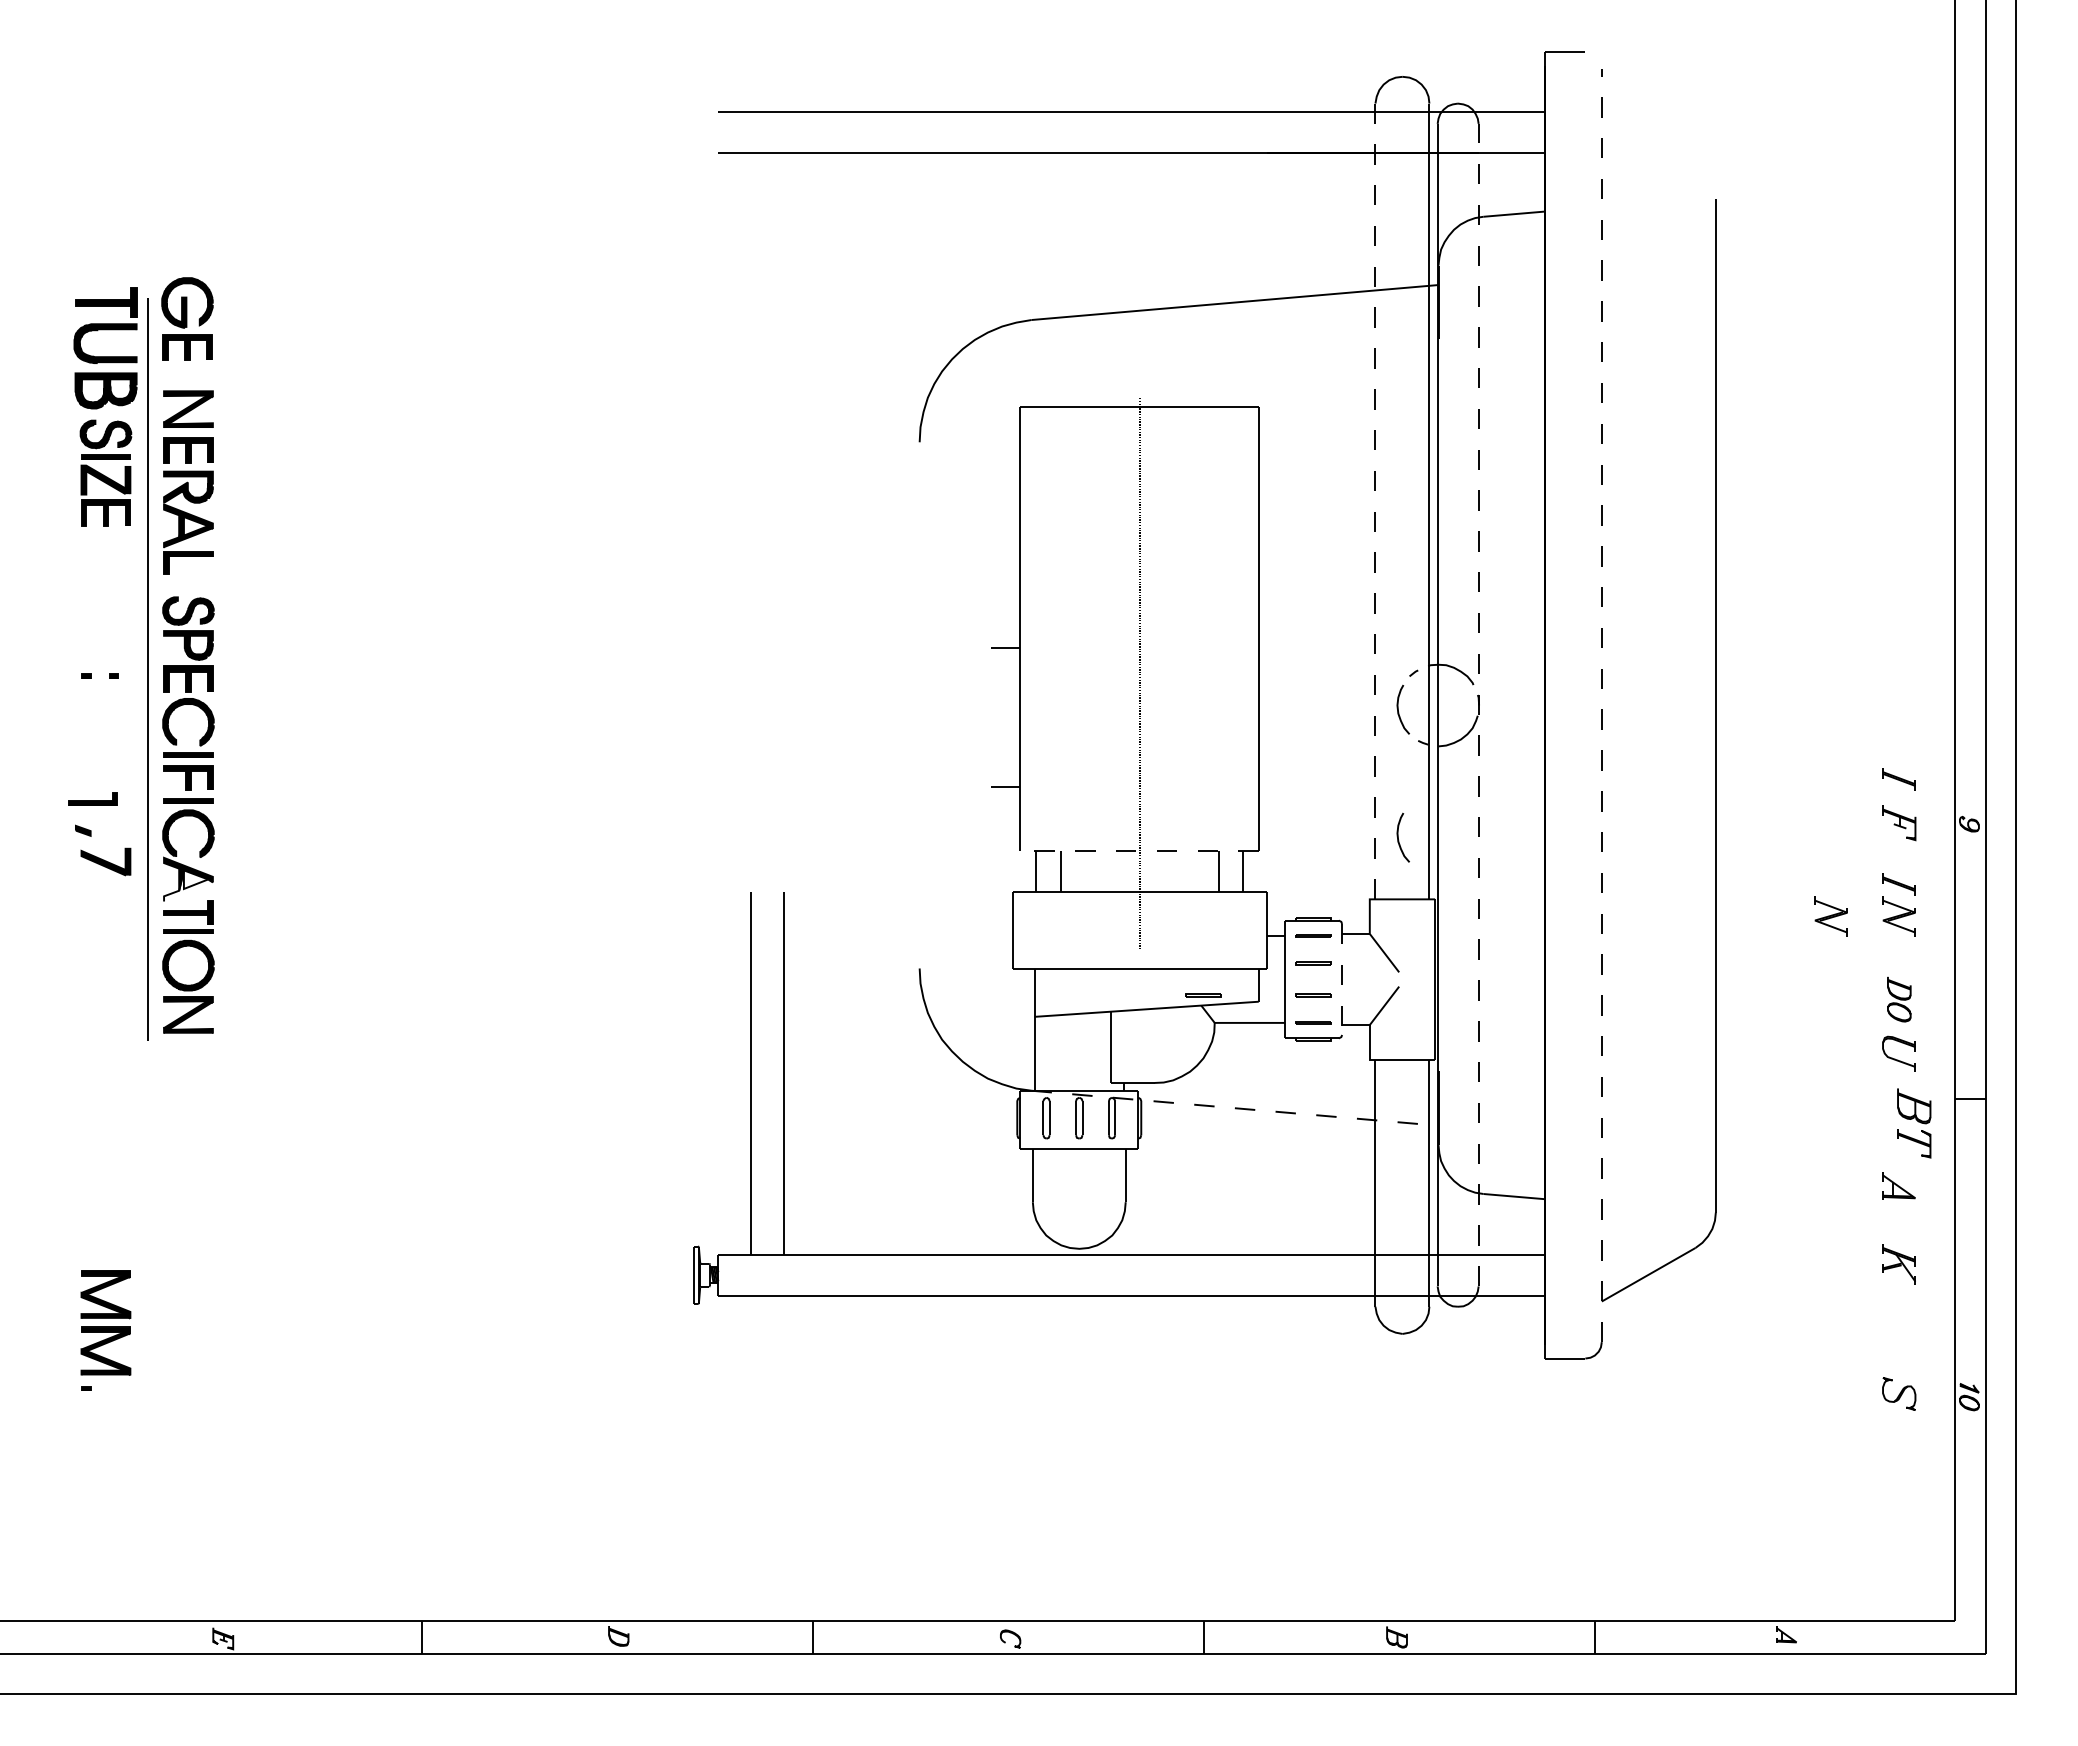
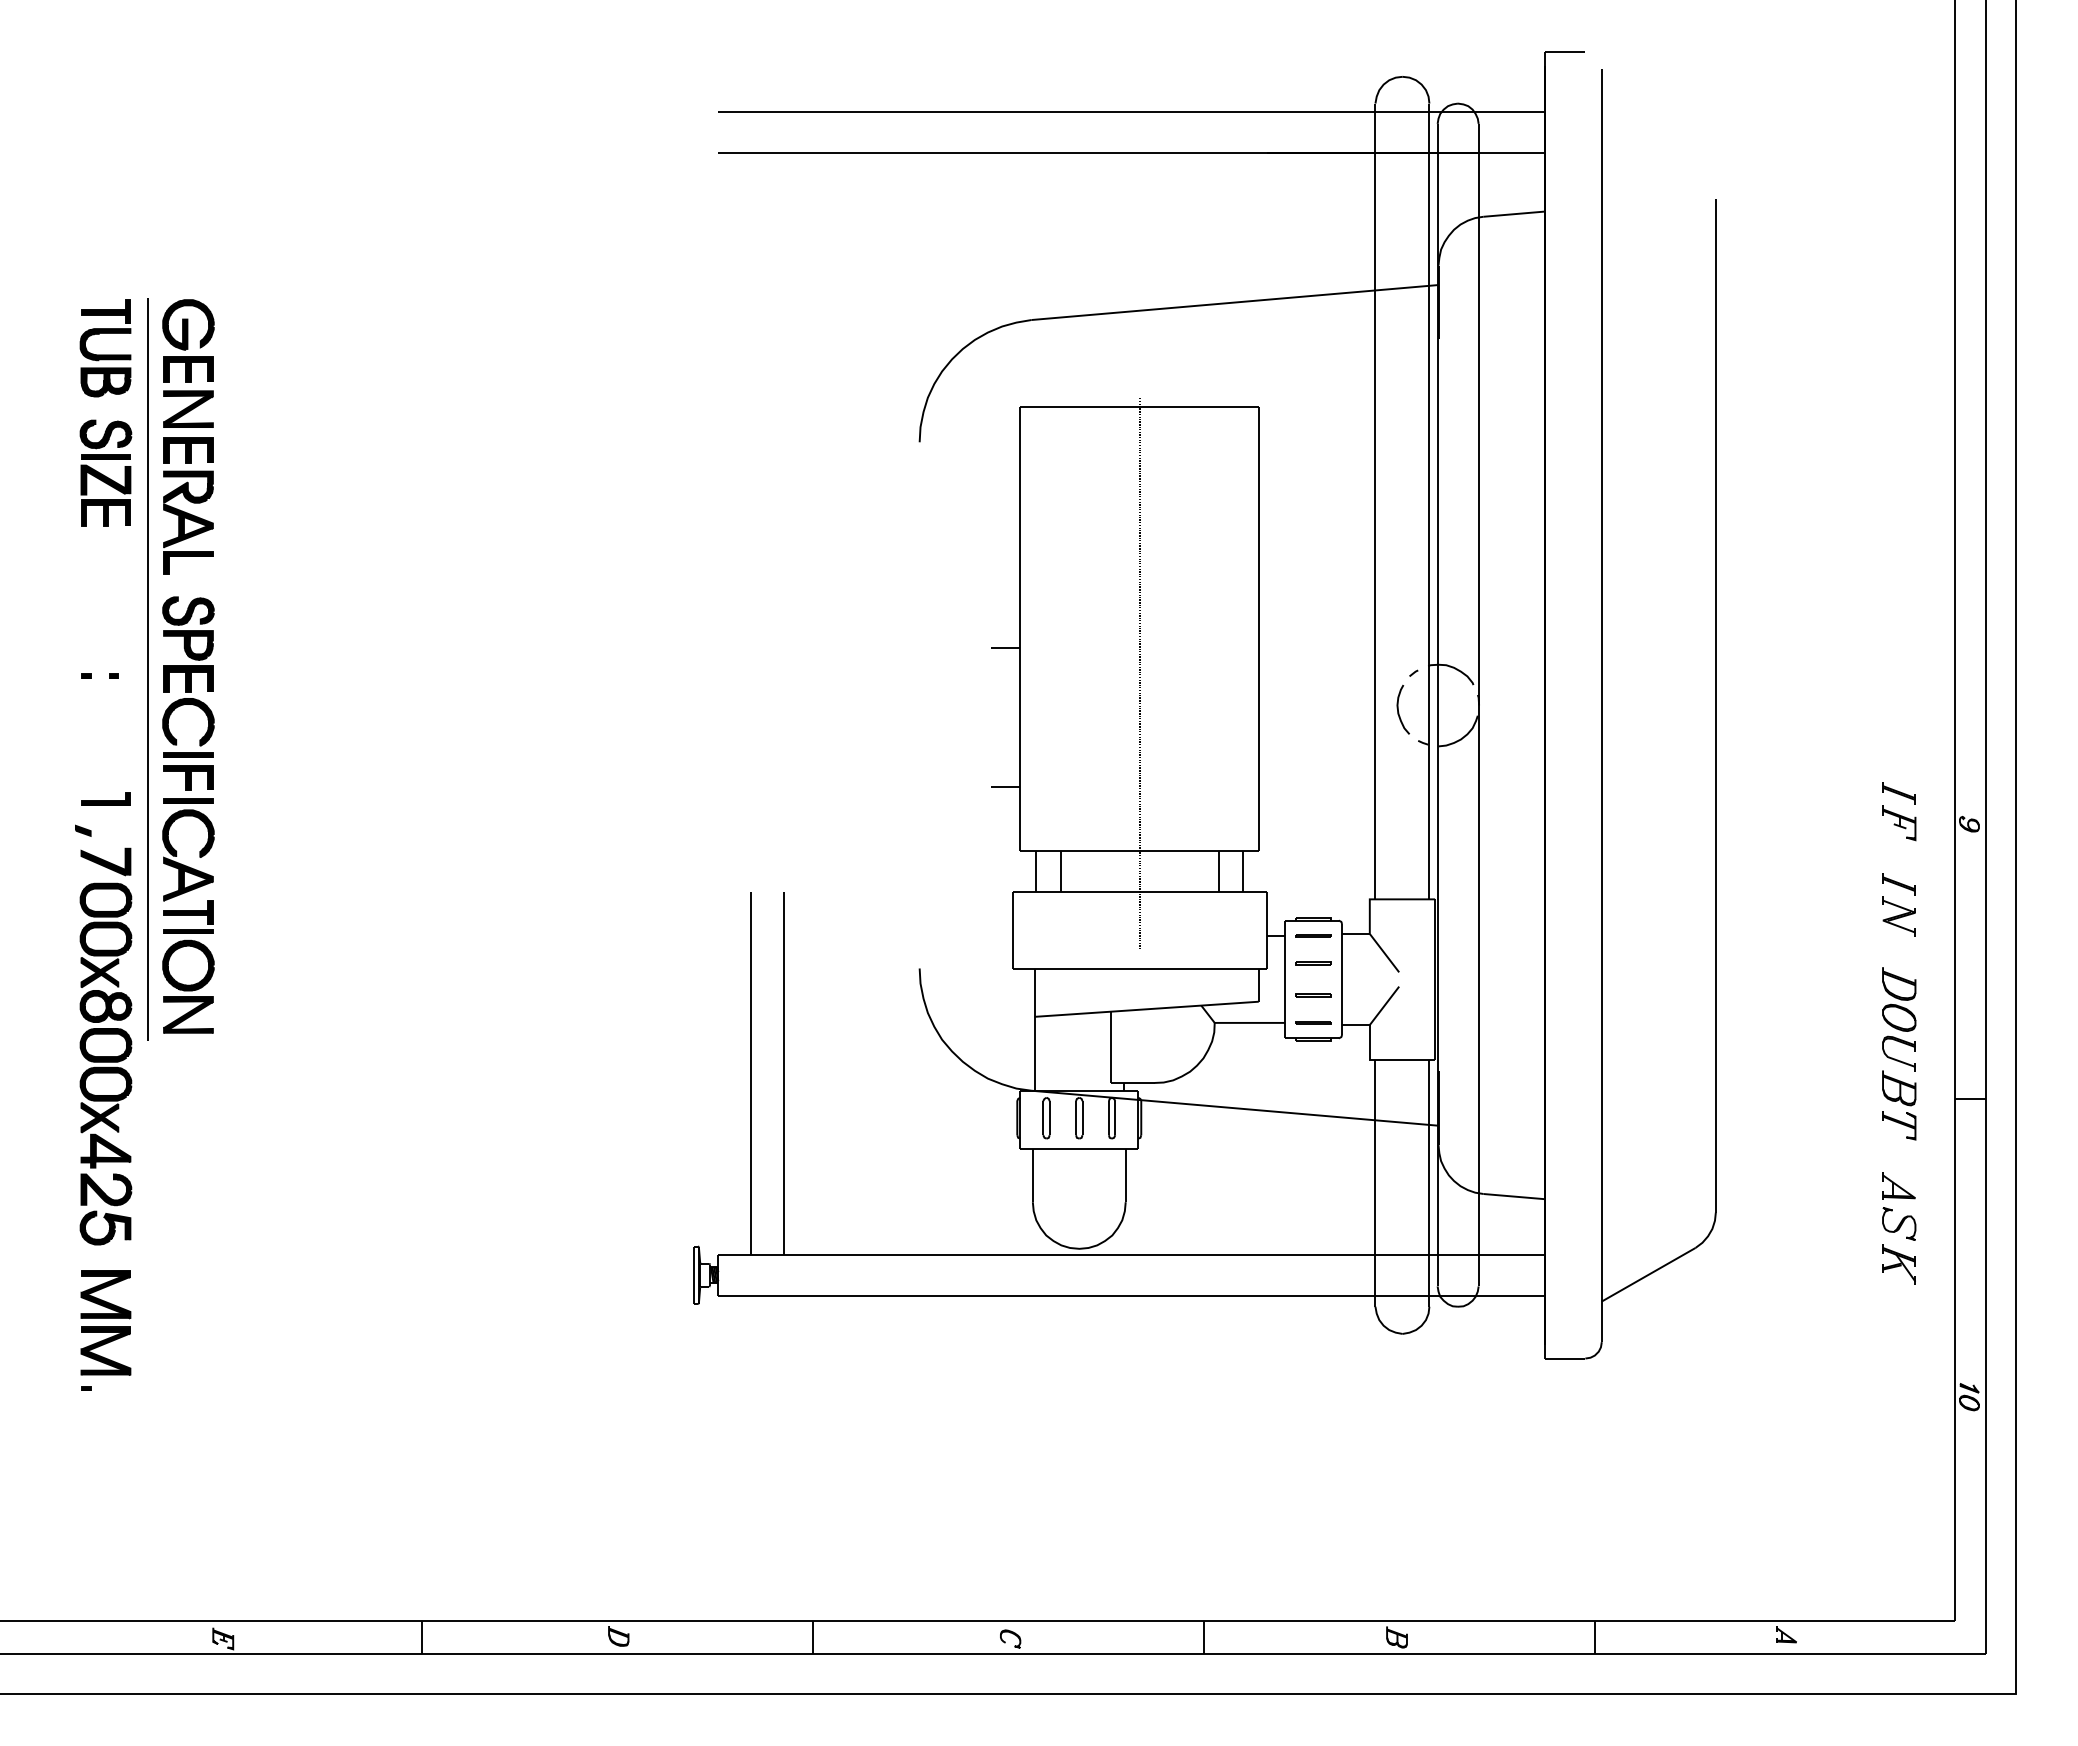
part at (187, 318) position: (187, 318) -> (188, 340)
part at (105, 348) size: 65x123 px -> 53x99 px
line at (1375, 501): dashed -> solid
line at (1478, 704): dashed -> solid
line at (1601, 705): dashed -> solid
part at (1898, 779) position: (1898, 779) -> (1898, 793)
part at (92, 798) position: (92, 798) -> (105, 798)
curve at (1398, 837): present -> none
line at (1139, 851): dashed -> solid
fill at (188, 885): none -> present
part at (1830, 916): present -> none
line at (1342, 979): dashed -> solid
line at (1203, 994): present -> none
part at (1899, 999) size: 25x47 px -> 35x65 px
part at (105, 1063): none -> present
line at (1235, 1108): dashed -> solid
part at (1914, 1123) position: (1914, 1123) -> (1899, 1105)
part at (1899, 1393) position: (1899, 1393) -> (1899, 1223)
